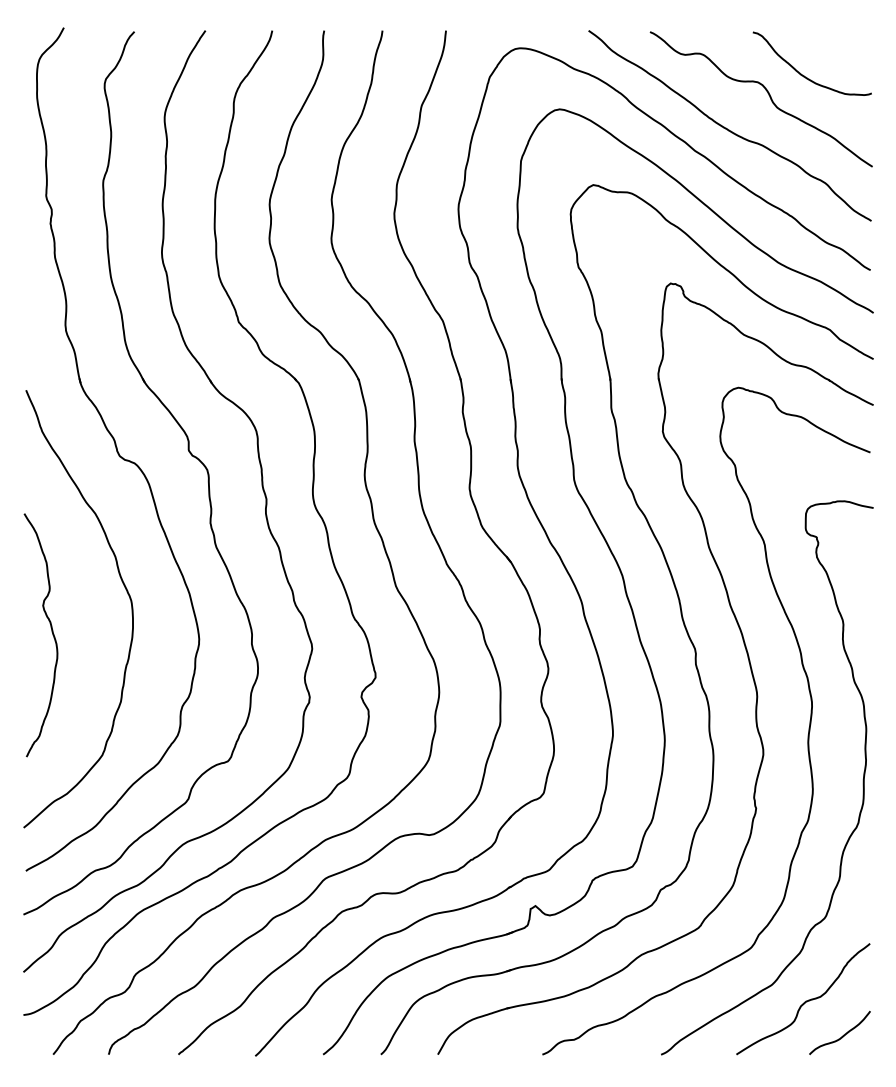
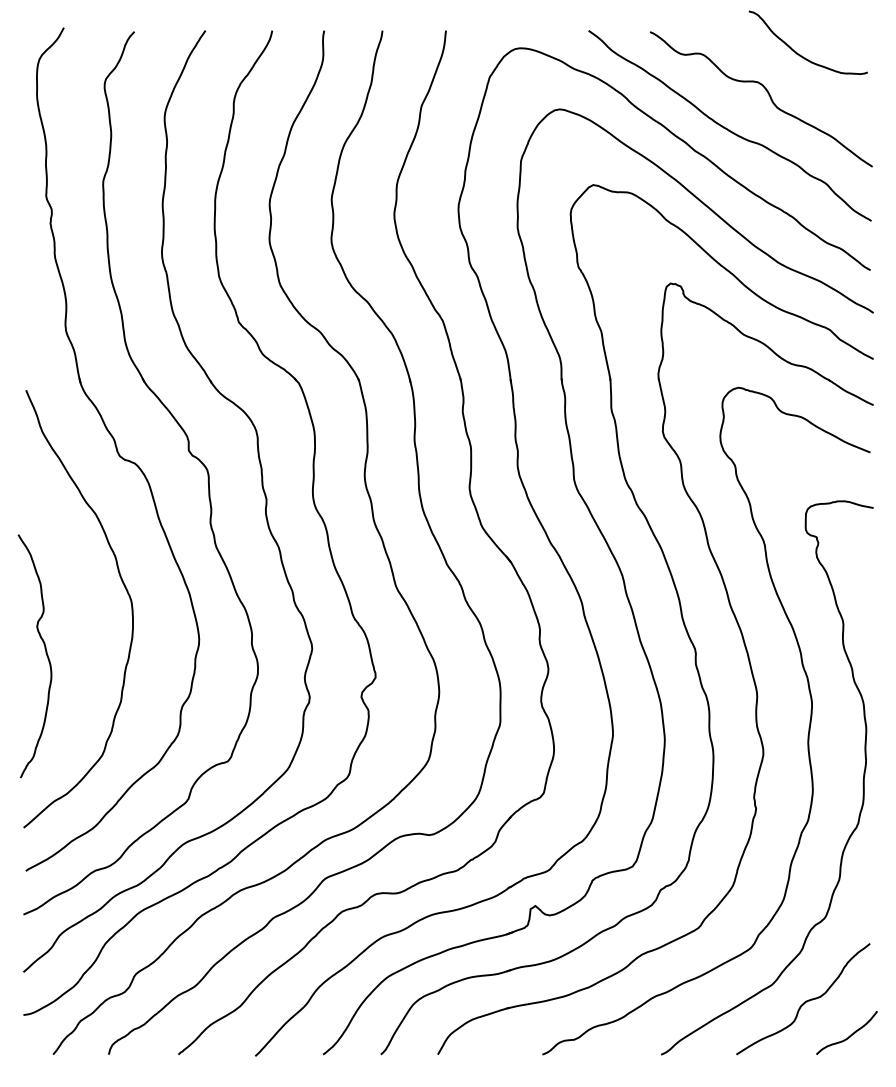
curve at (804, 75) position: (804, 75) -> (800, 54)
curve at (51, 632) position: (51, 632) -> (45, 653)
curve at (842, 1035) position: (842, 1035) -> (849, 1035)
